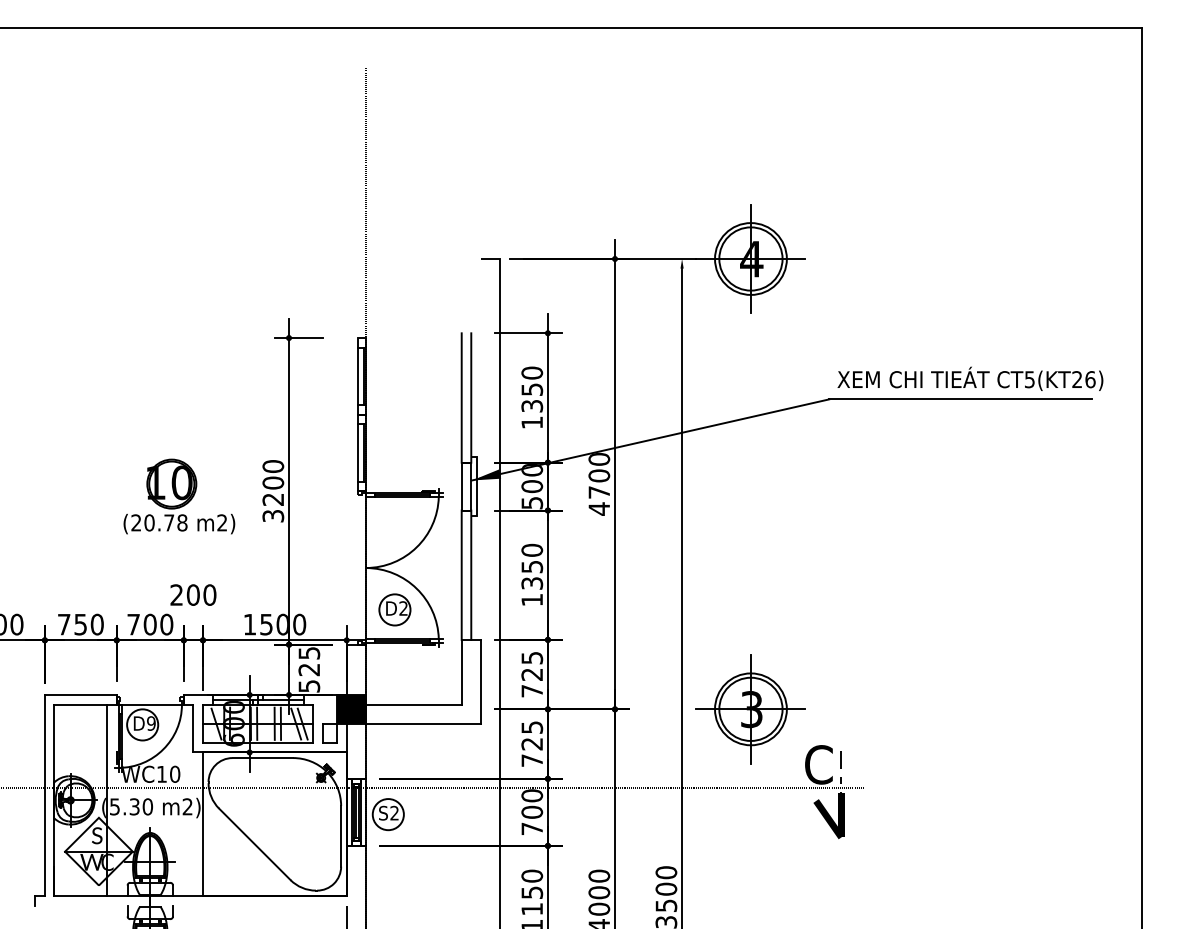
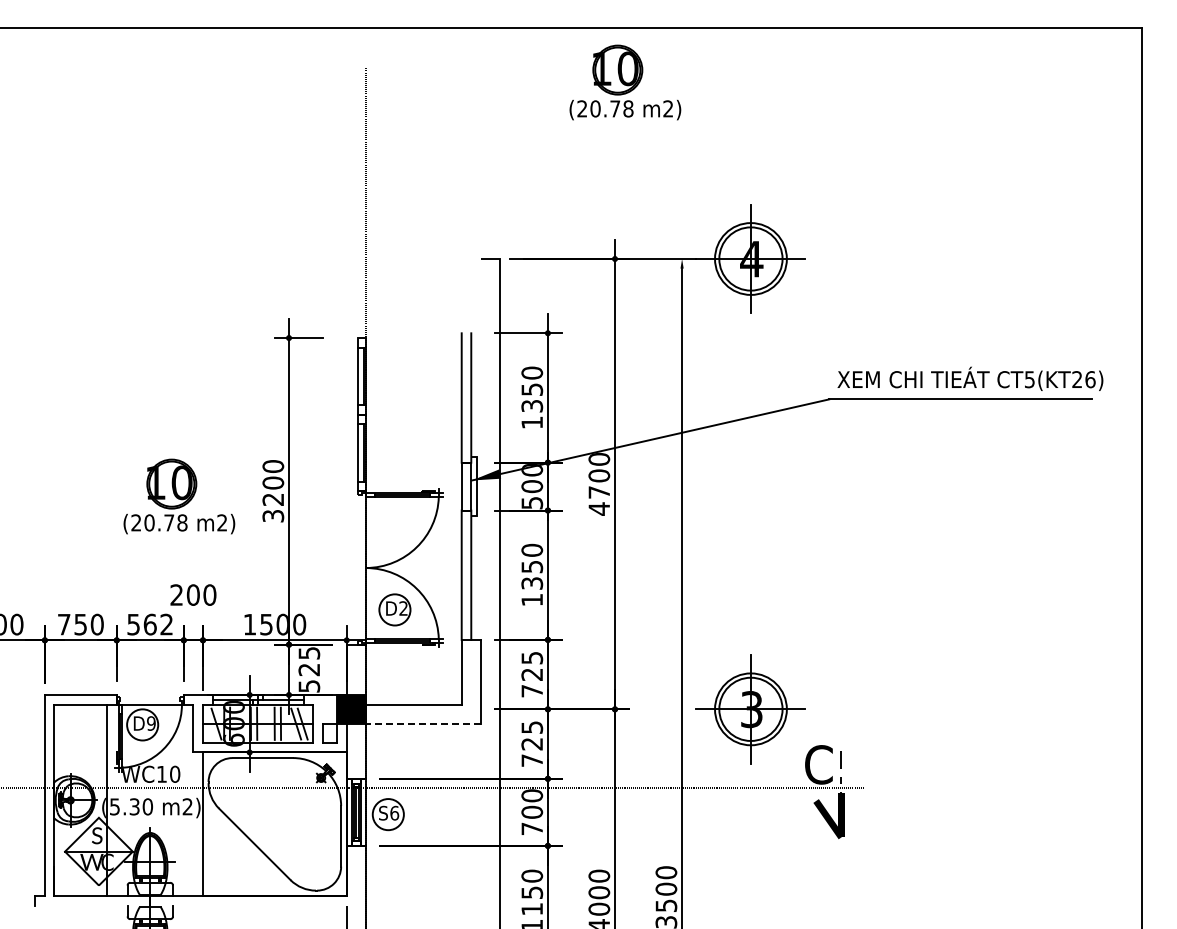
part at (625, 82): none -> present
text at (150, 624): 700 -> 562
line at (422, 723): solid -> dashed
text at (394, 812): S2 -> S6
